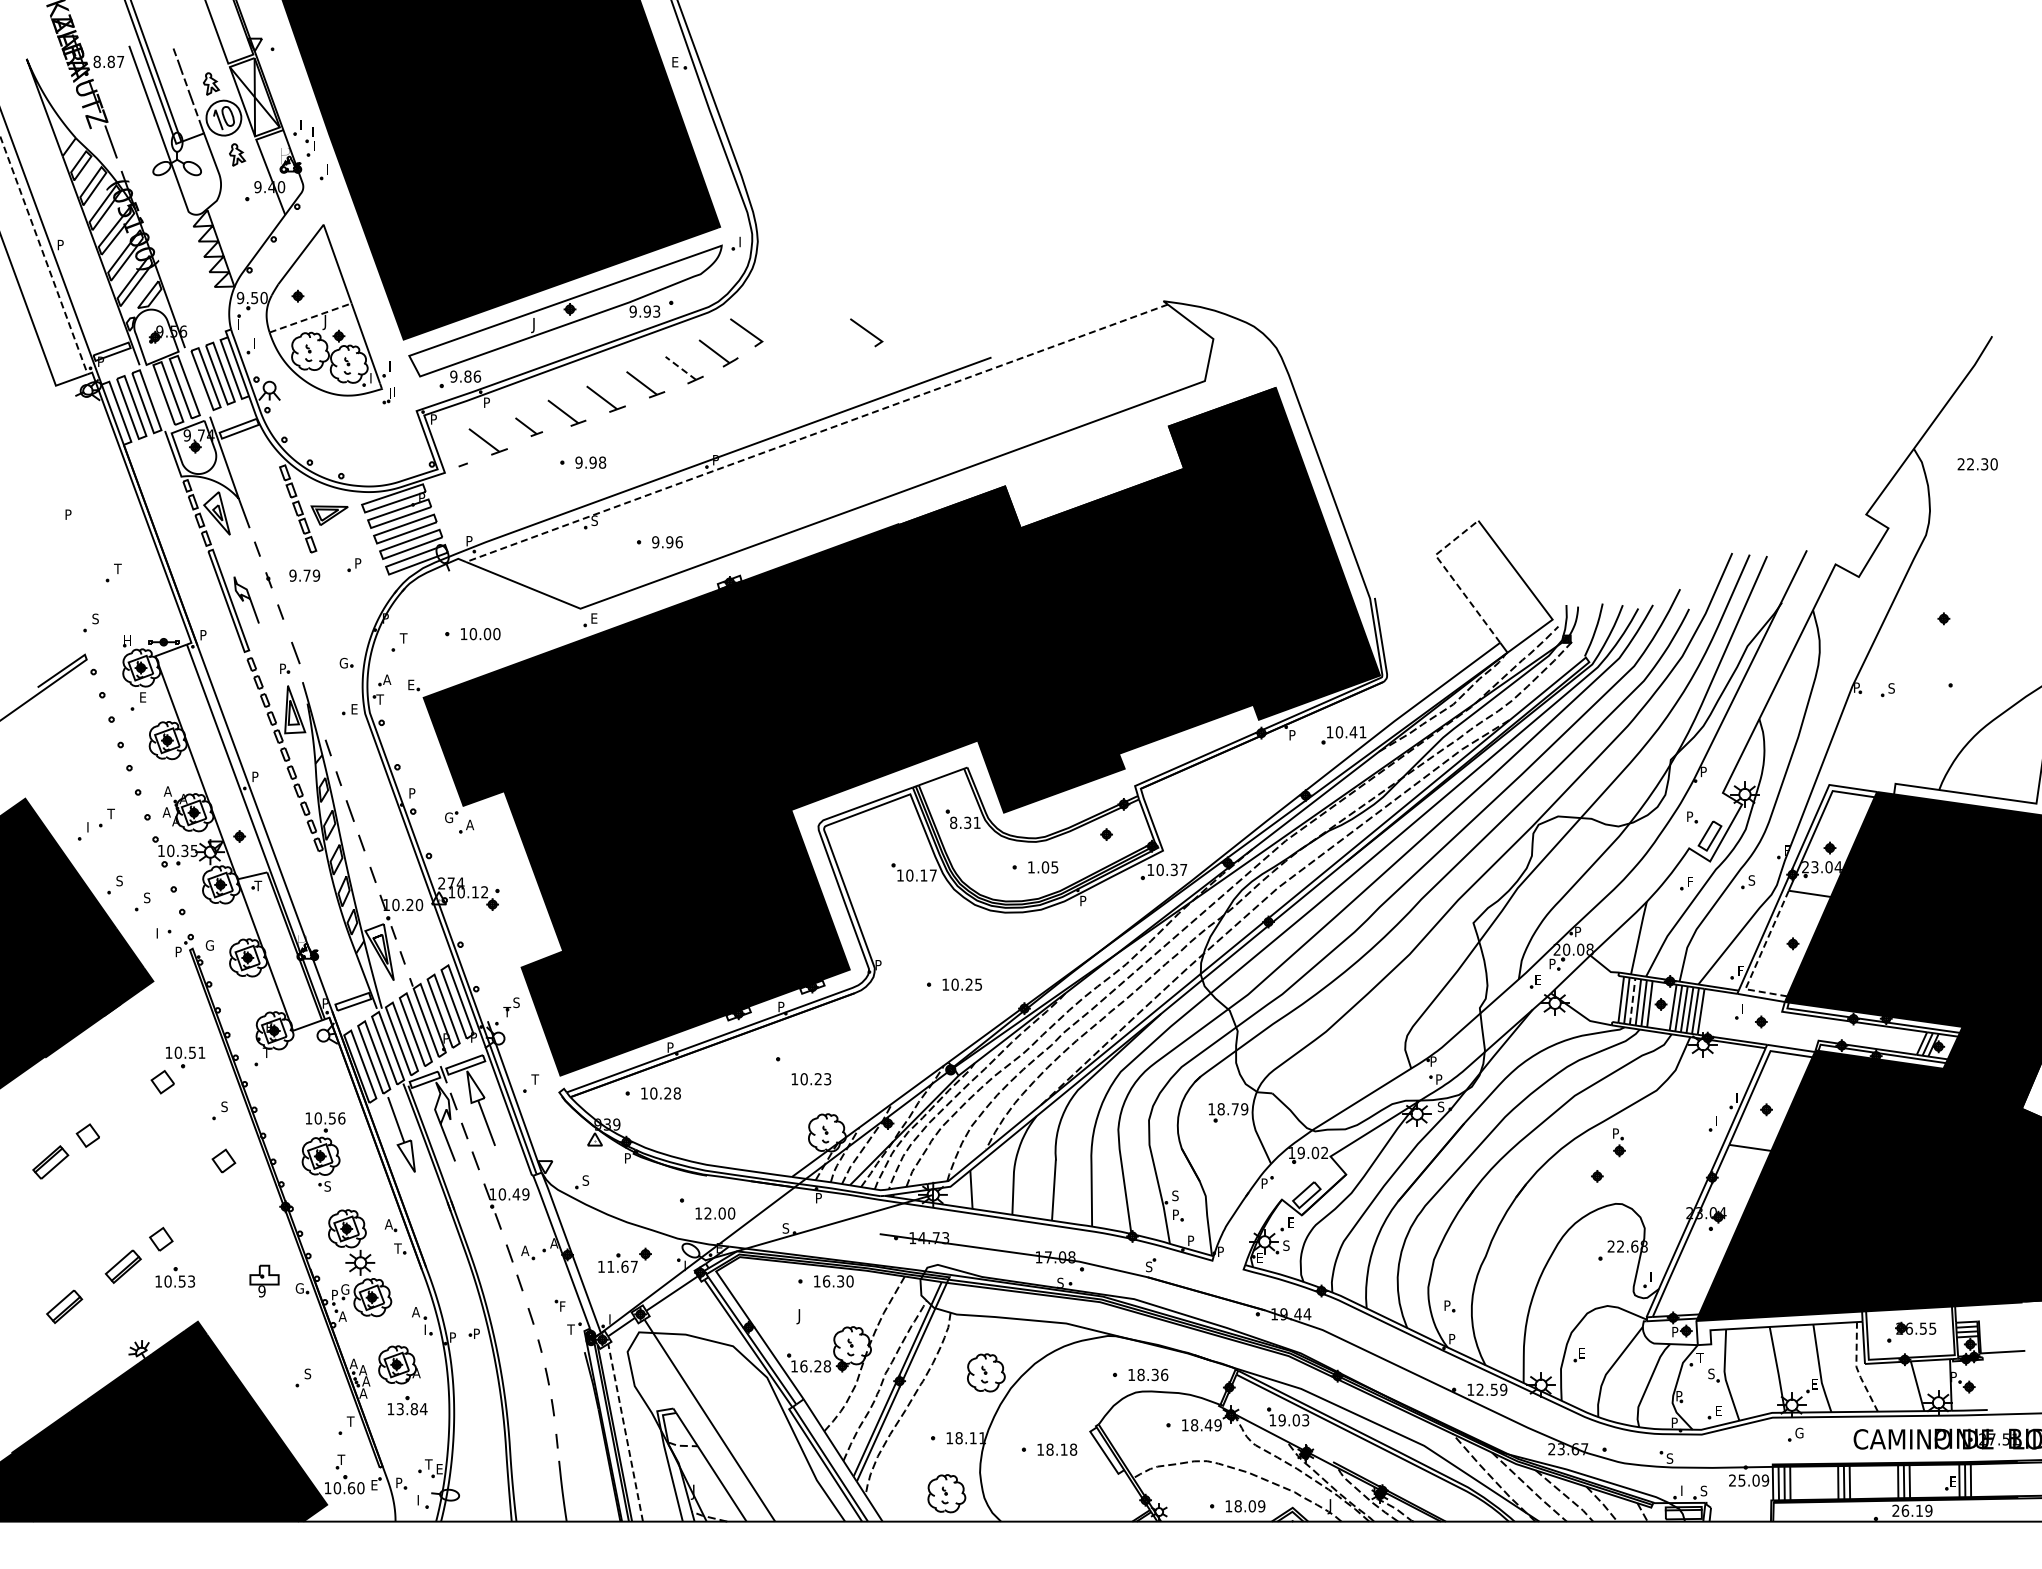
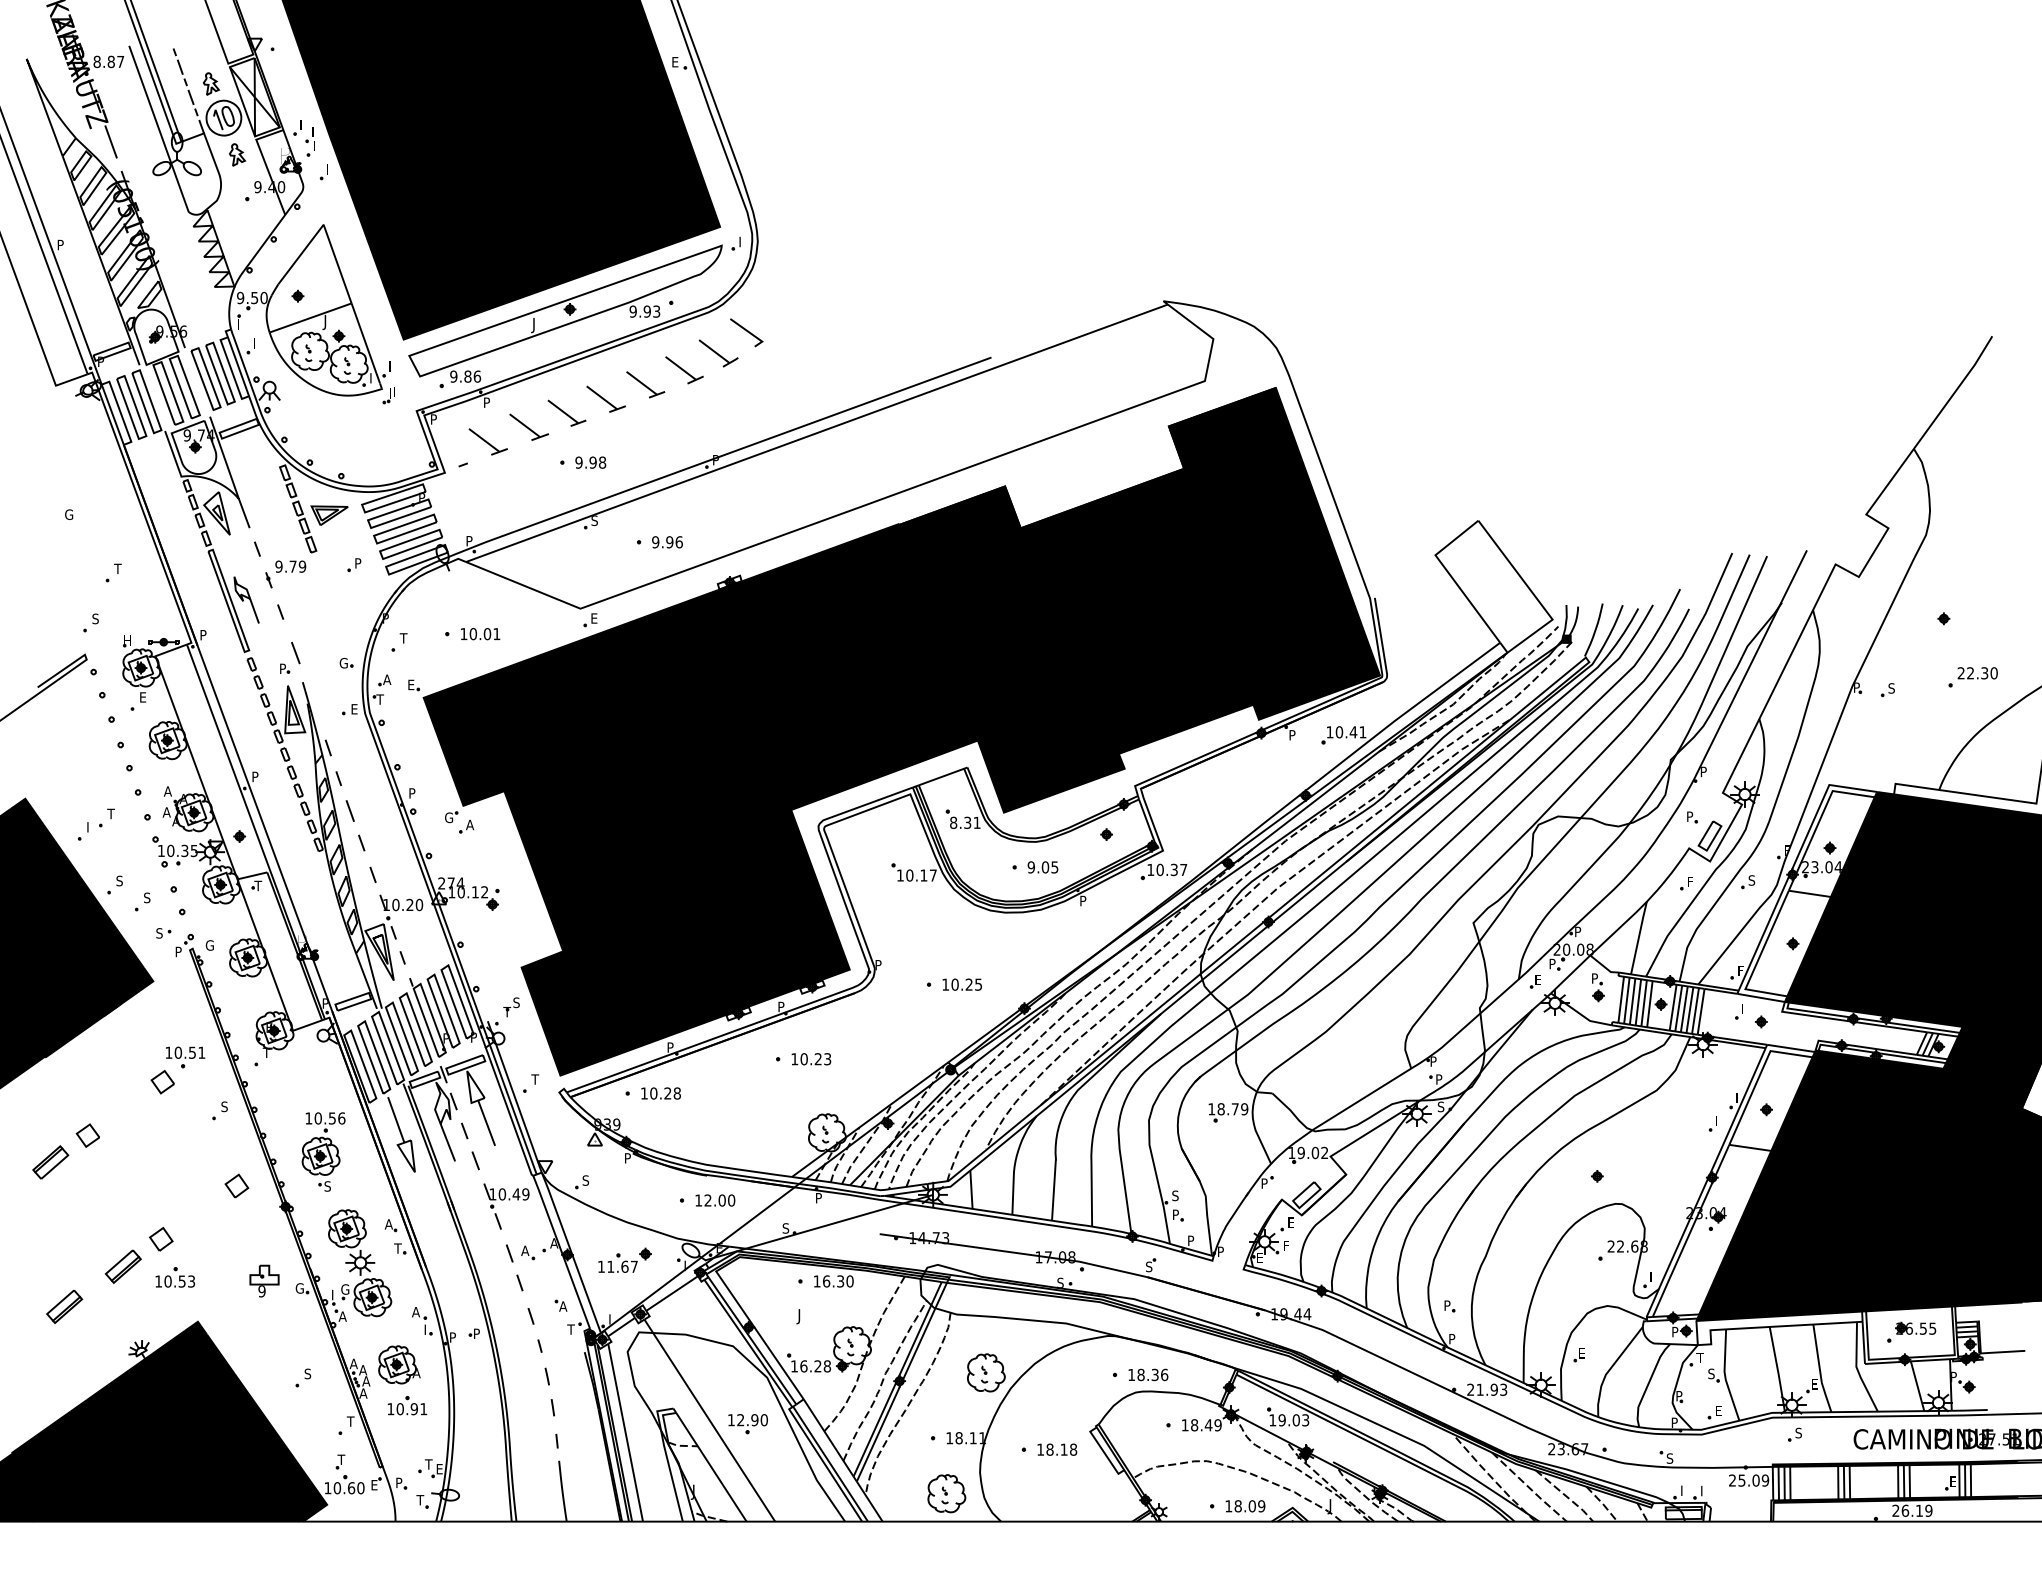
line at (43, 255): dashed -> solid
line at (311, 317): dashed -> solid
line at (866, 331): present -> none
line at (680, 368): dashed -> solid
part at (528, 426) size: 28x20 px -> 40x28 px
line at (815, 433): dashed -> solid
text at (1977, 464) position: (1977, 464) -> (1977, 673)
text at (69, 514): P -> G
text at (304, 575) position: (304, 575) -> (290, 566)
line at (1450, 576): dashed -> solid
text at (496, 634): 10.00 -> 10.01
text at (1030, 867): 1.05 -> 9.05
text at (159, 933): I -> S
line at (1758, 960): dashed -> solid
line at (1632, 1001): dashed -> solid
text at (811, 1079) position: (811, 1079) -> (811, 1059)
part at (1619, 1142) position: (1619, 1142) -> (1598, 987)
part at (223, 1160) position: (223, 1160) -> (236, 1185)
text at (715, 1213) position: (715, 1213) -> (715, 1200)
text at (1286, 1245): S -> F
text at (335, 1292): P -> I
text at (563, 1306): F -> A
line at (1857, 1369): dashed -> solid
text at (1487, 1389): 12.59 -> 21.93
text at (411, 1409): 13.84 -> 10.91
part at (747, 1424): none -> present
line at (625, 1432): dashed -> solid
text at (1799, 1432): G -> S
text at (1703, 1490): S -> I
text at (420, 1500): I -> T
